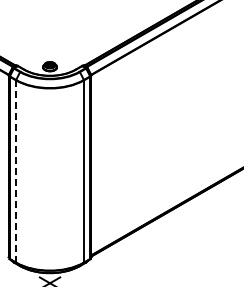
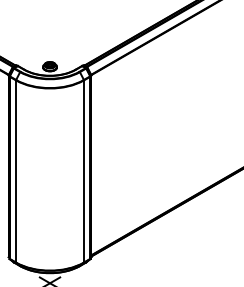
line at (16, 171): dashed -> solid
